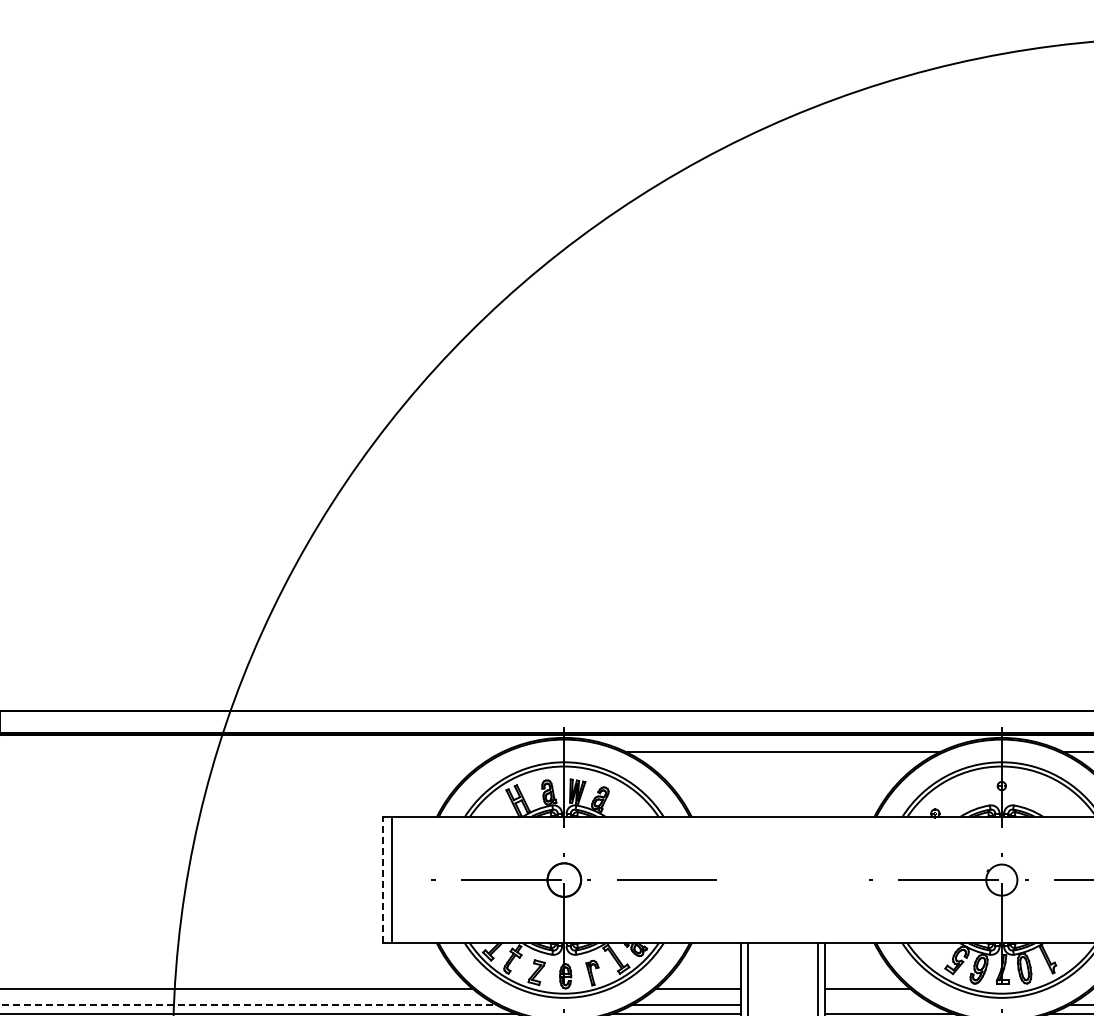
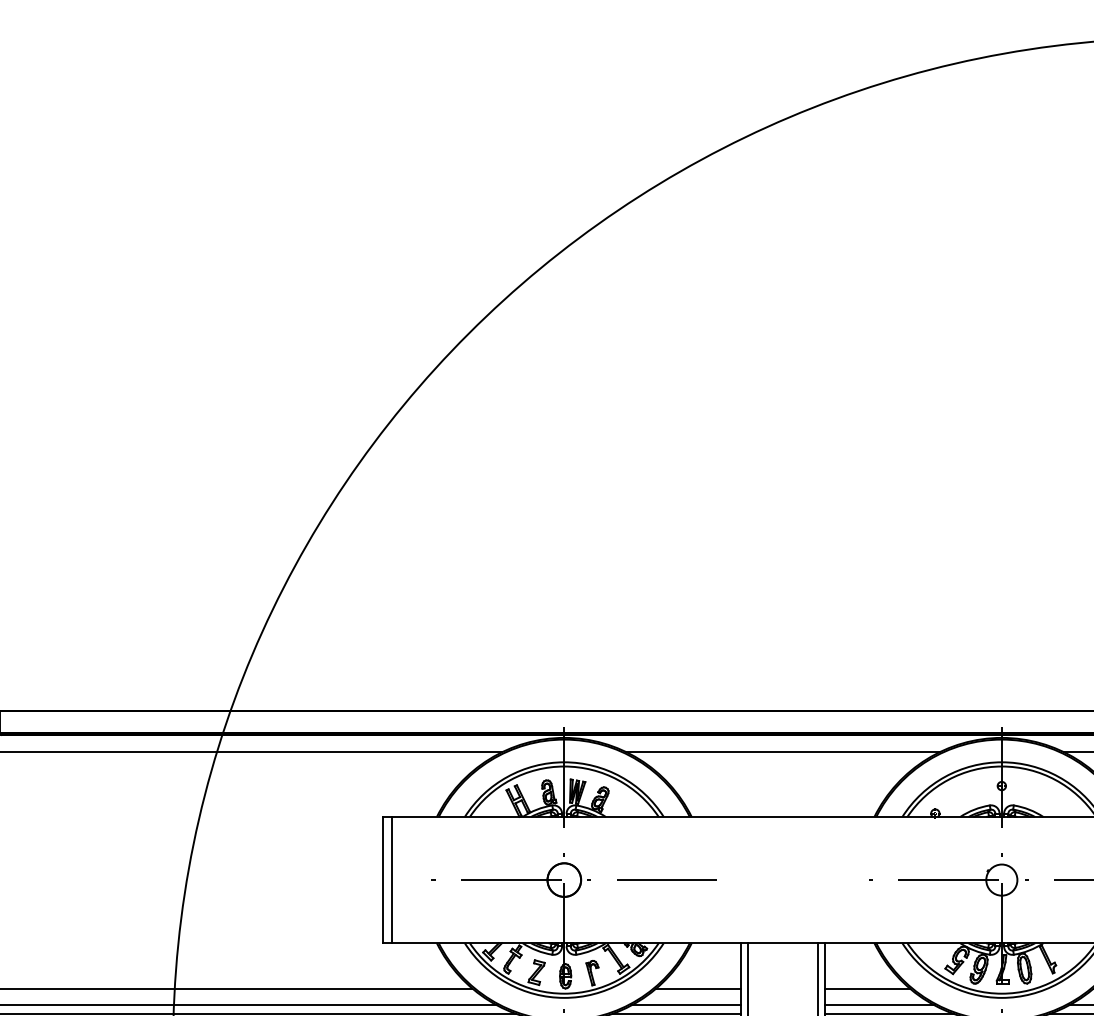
line at (252, 752): none -> present
line at (383, 879): dashed -> solid
line at (249, 1005): dashed -> solid
line at (879, 1005): none -> present
